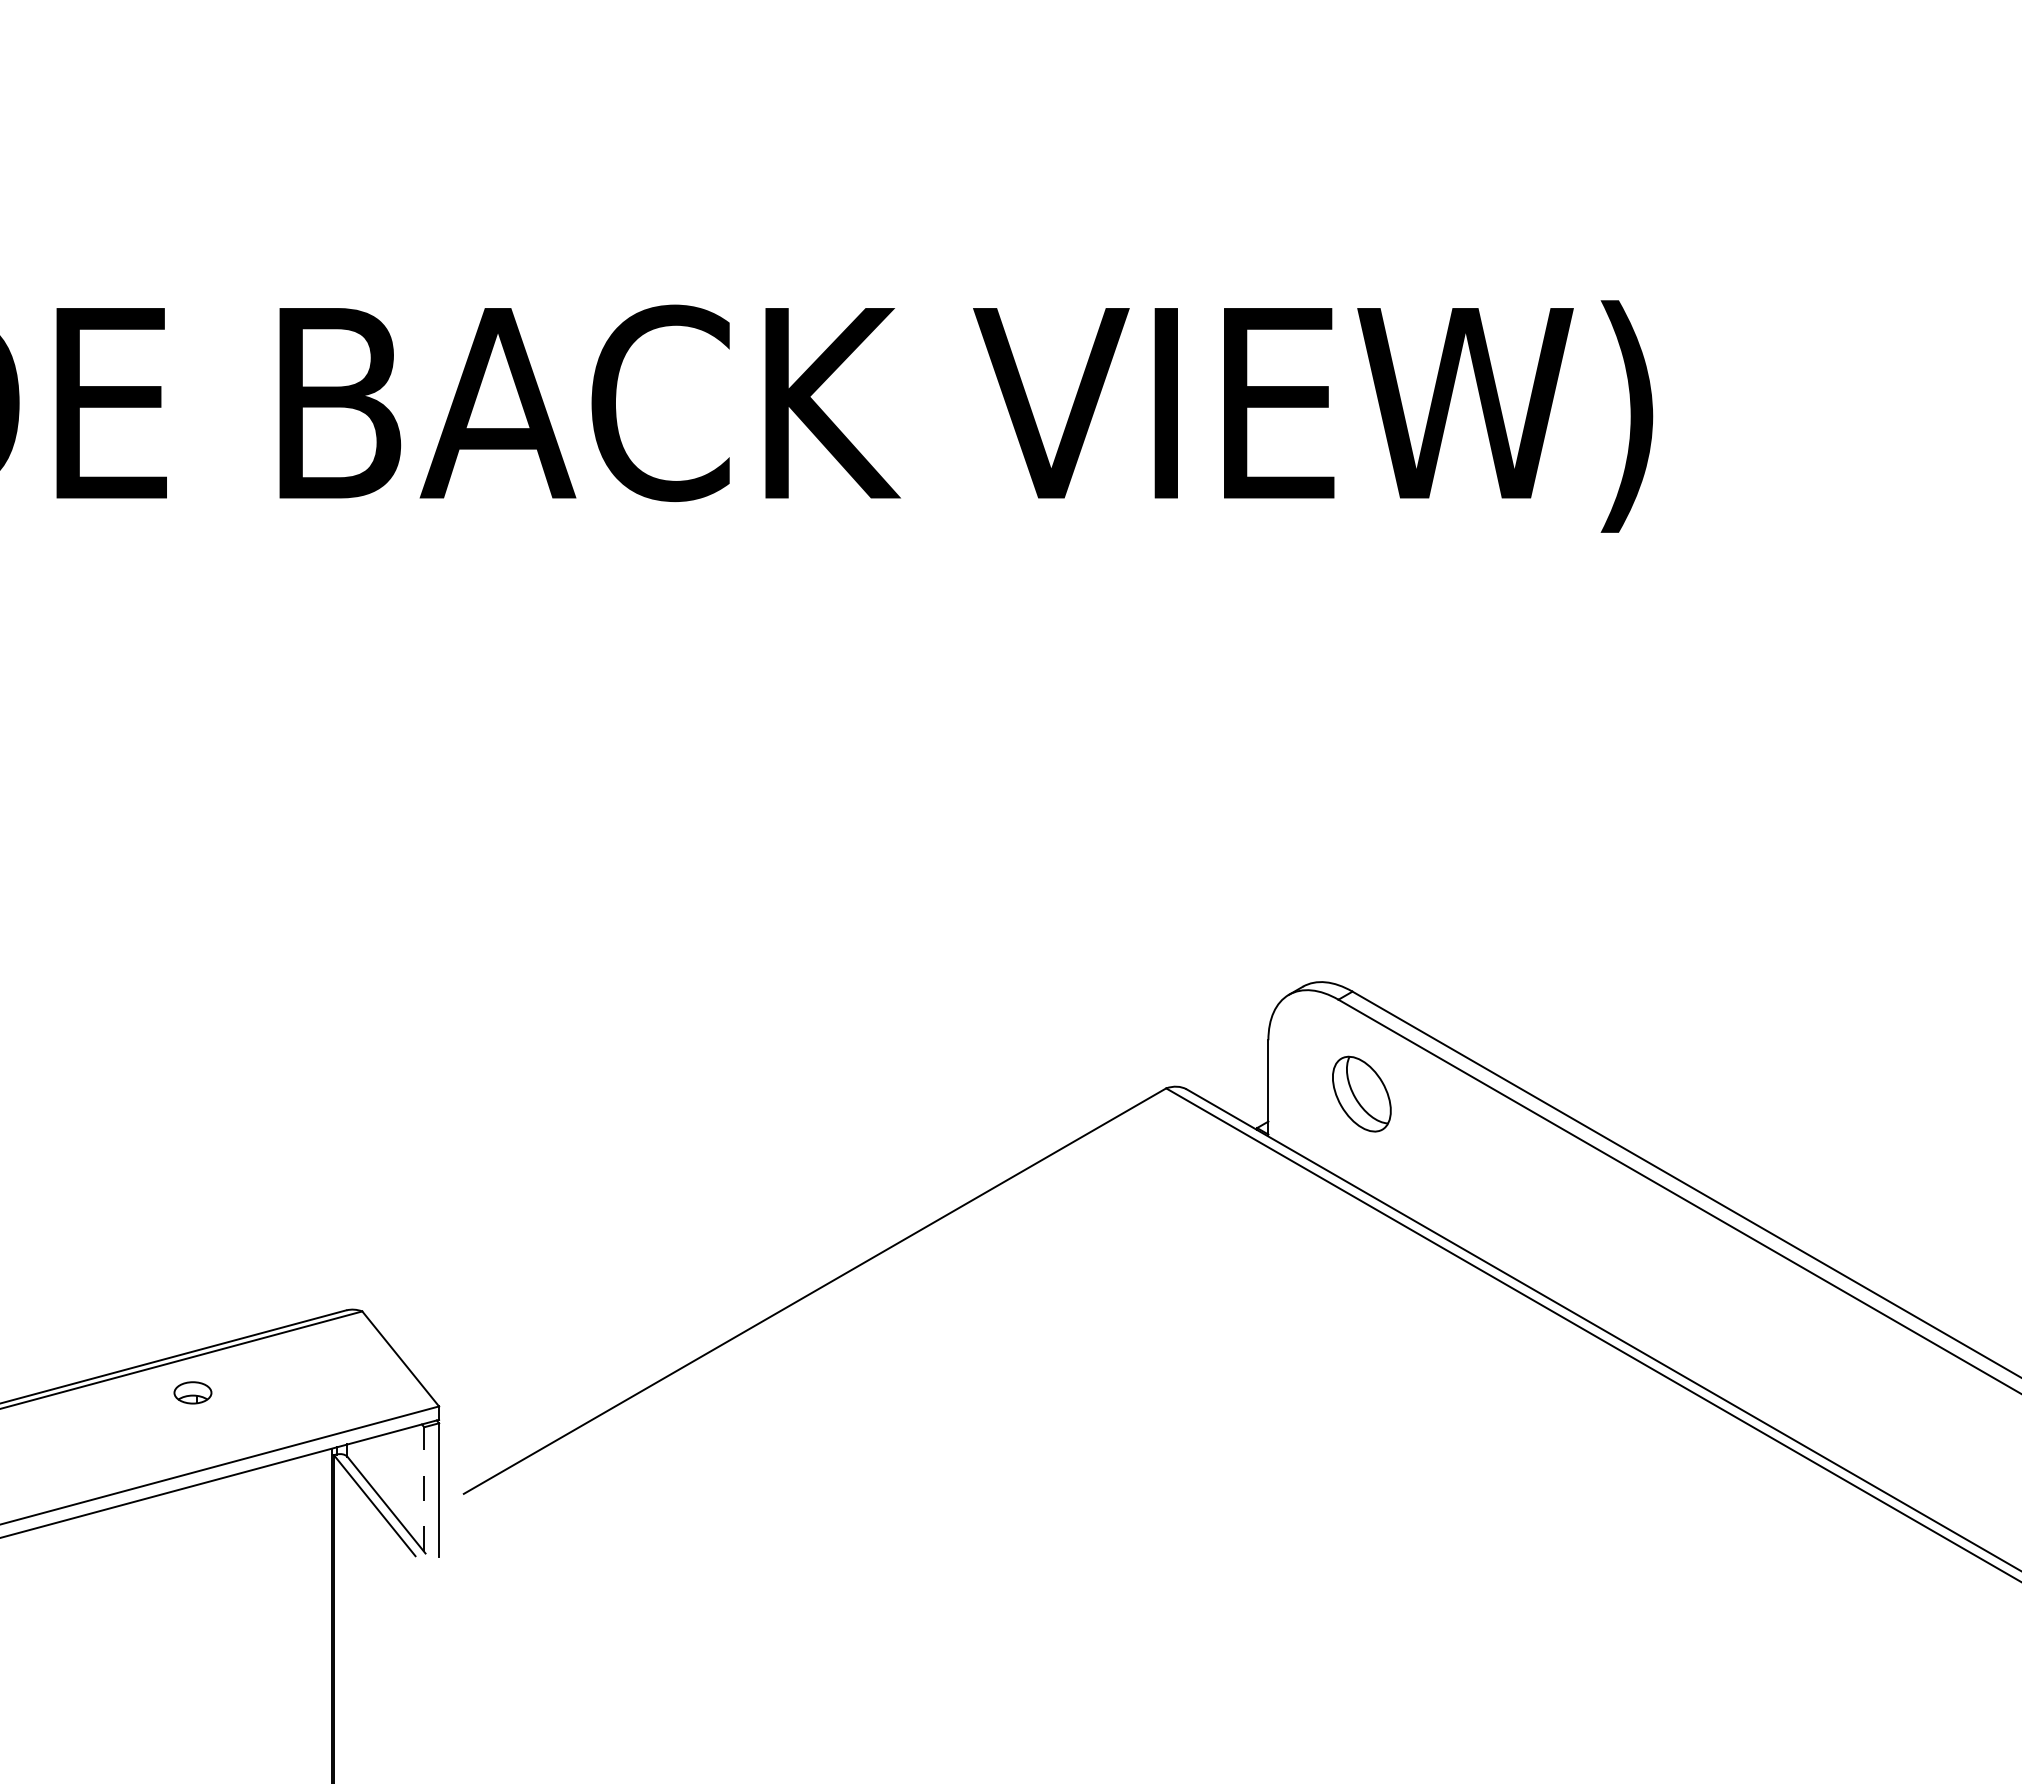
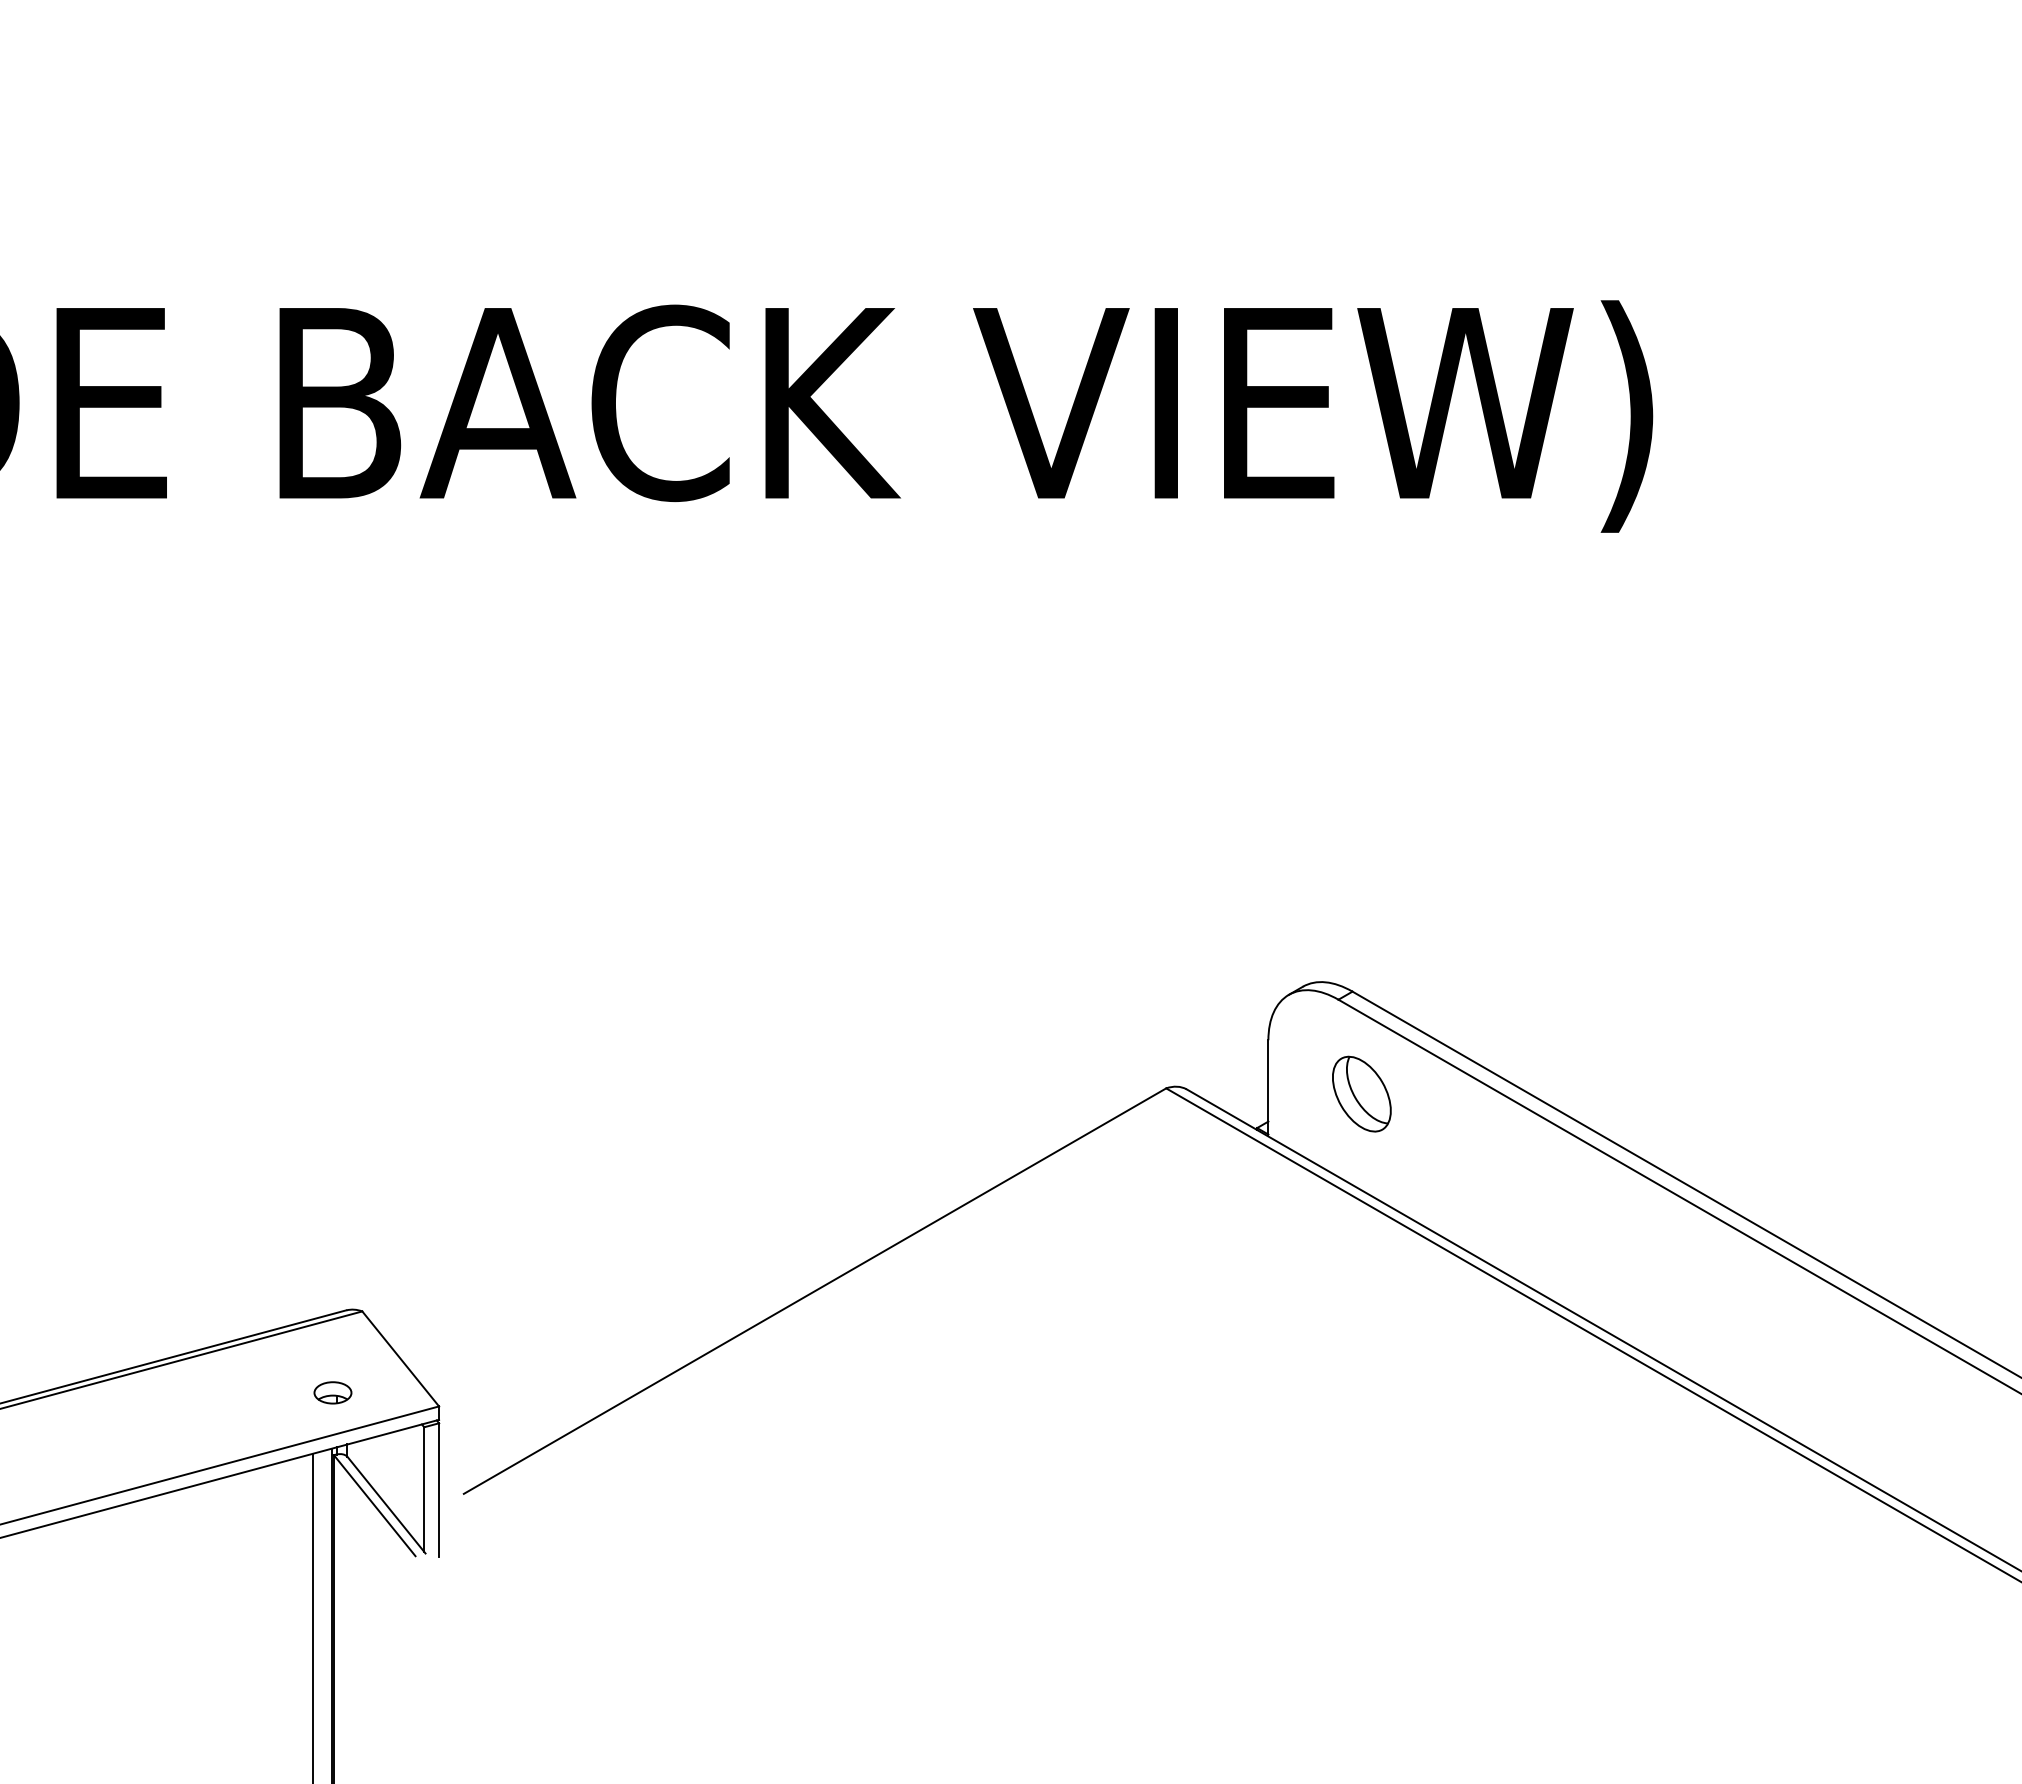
part at (192, 1392) position: (192, 1392) -> (332, 1392)
line at (424, 1489): dashed -> solid
line at (313, 1616): none -> present
